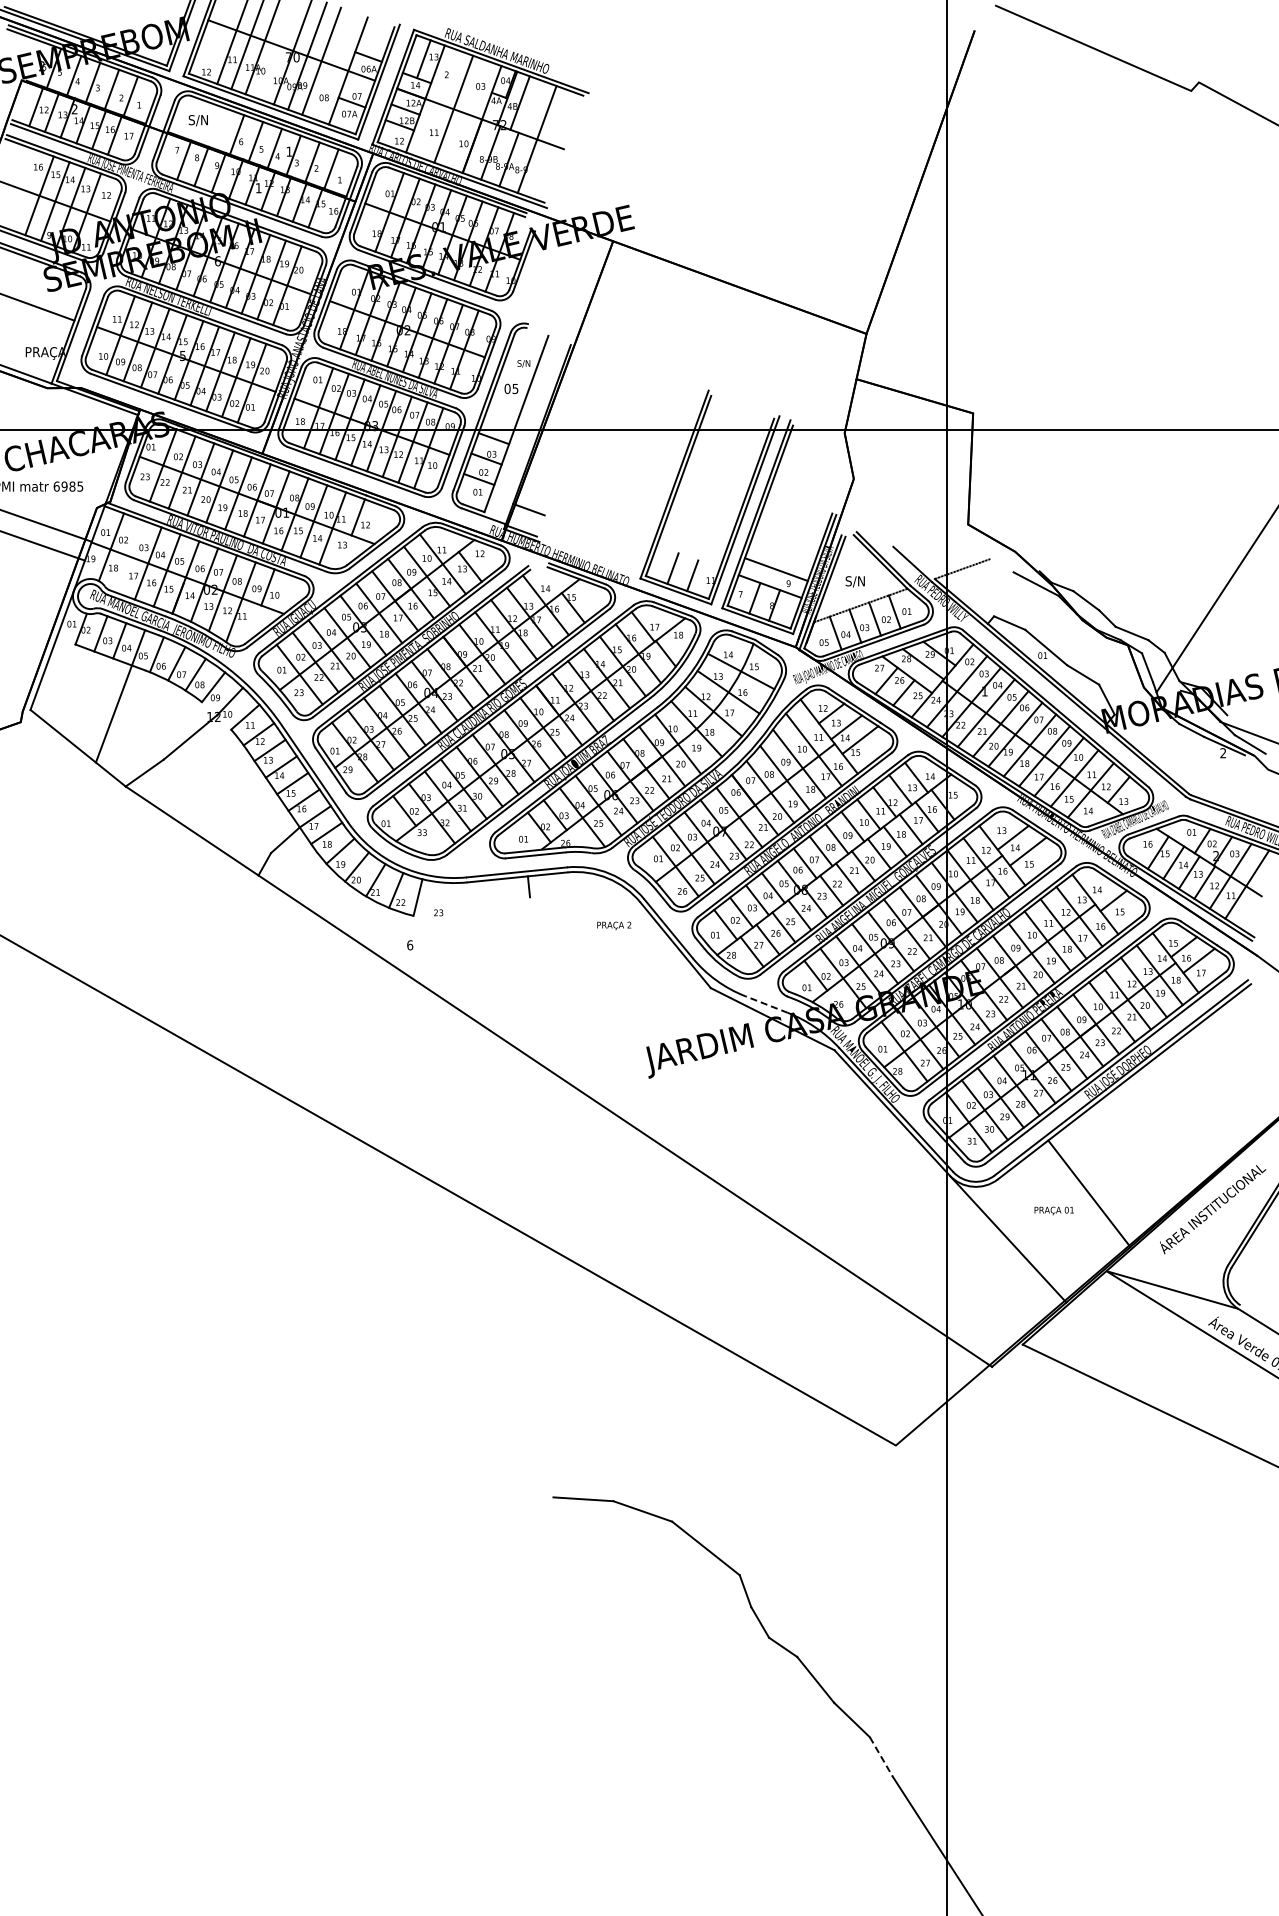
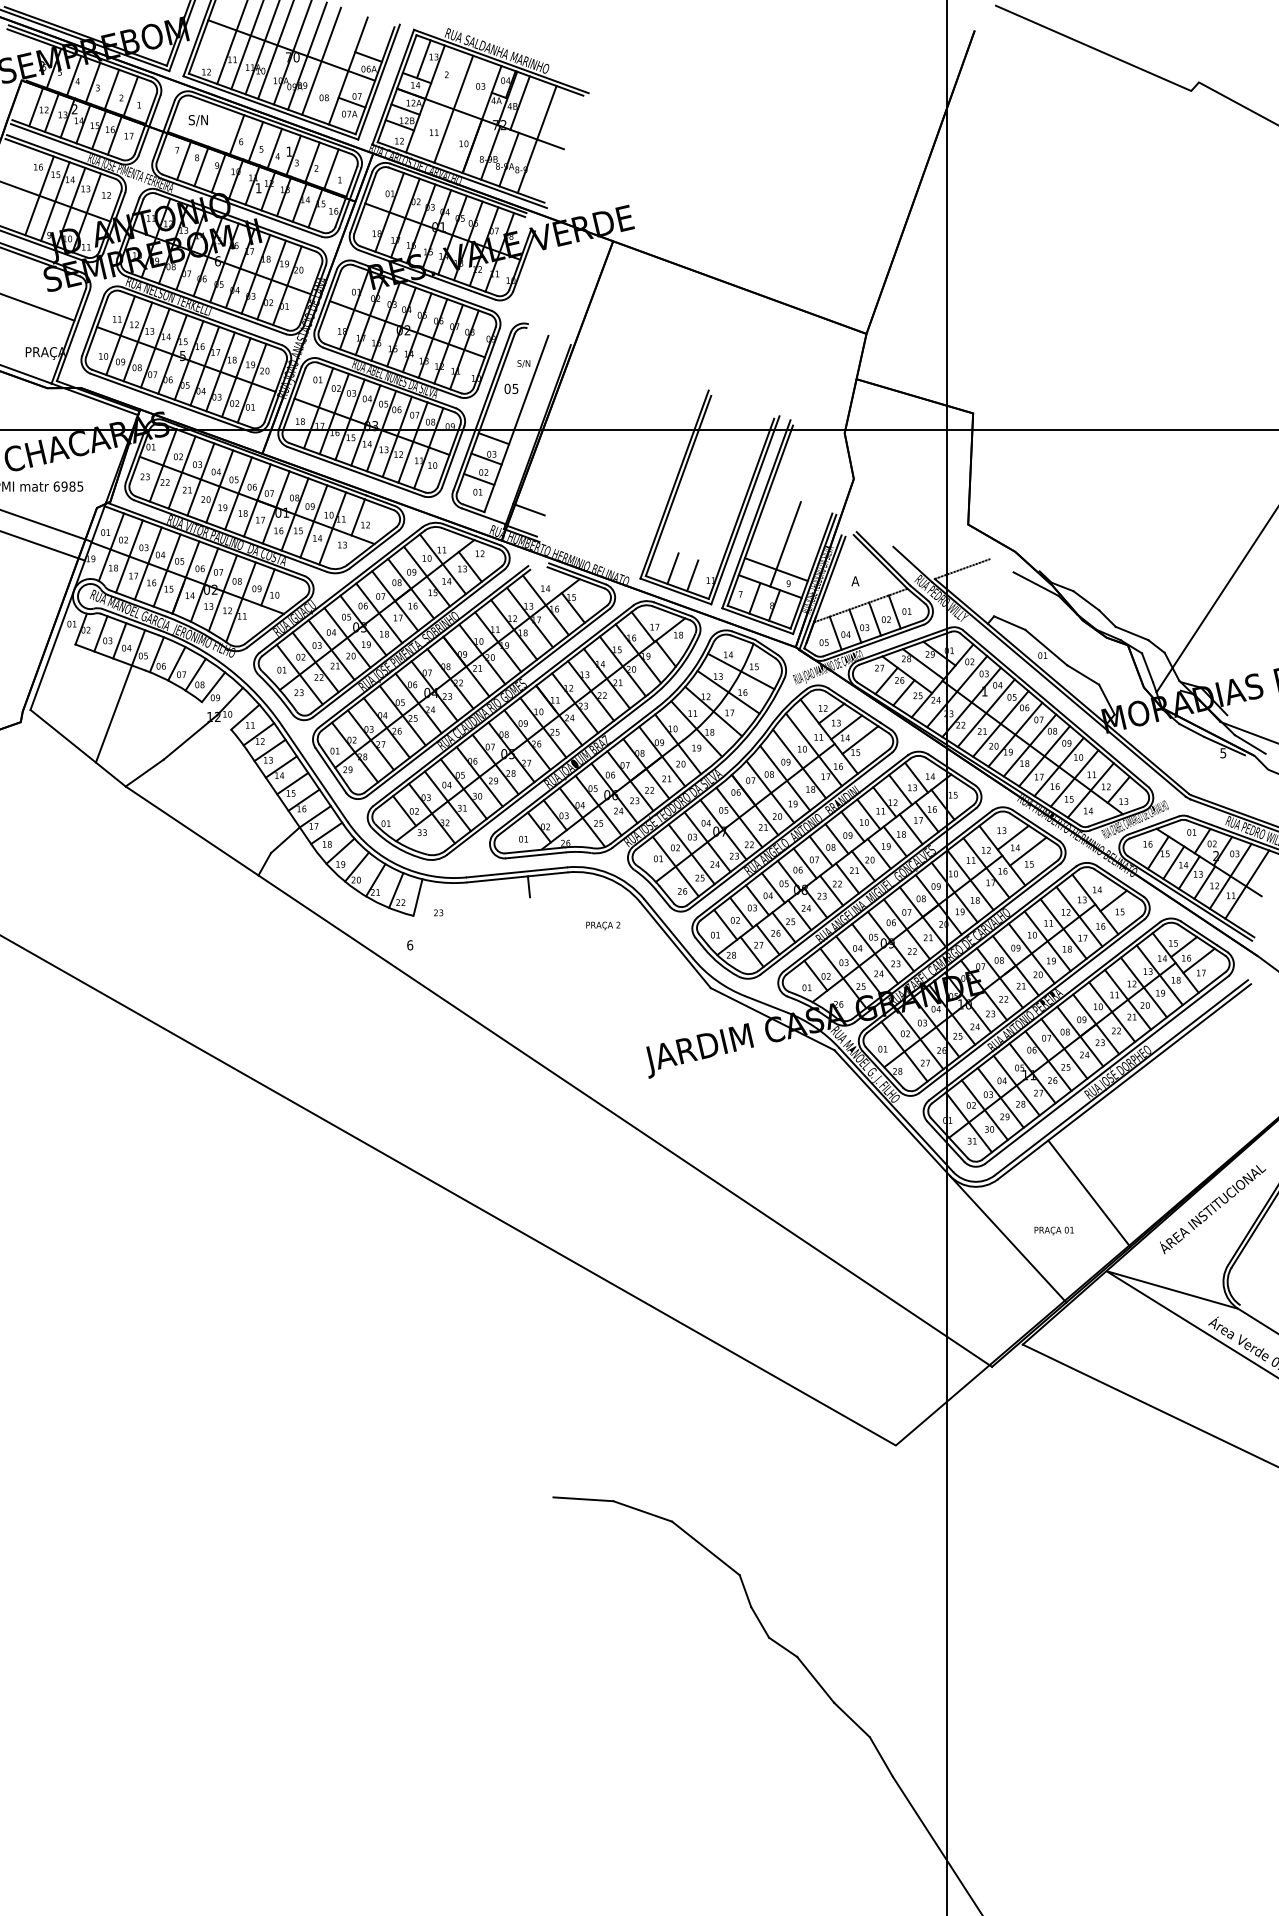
line at (275, 50): none -> present
line at (785, 544): none -> present
line at (129, 556): none -> present
text at (854, 581): S/N -> A
text at (1223, 753): 2 -> 5
text at (614, 925) position: (614, 925) -> (603, 925)
line at (766, 1004): dashed -> solid
text at (1053, 1210) position: (1053, 1210) -> (1053, 1230)
line at (881, 1757): dashed -> solid
